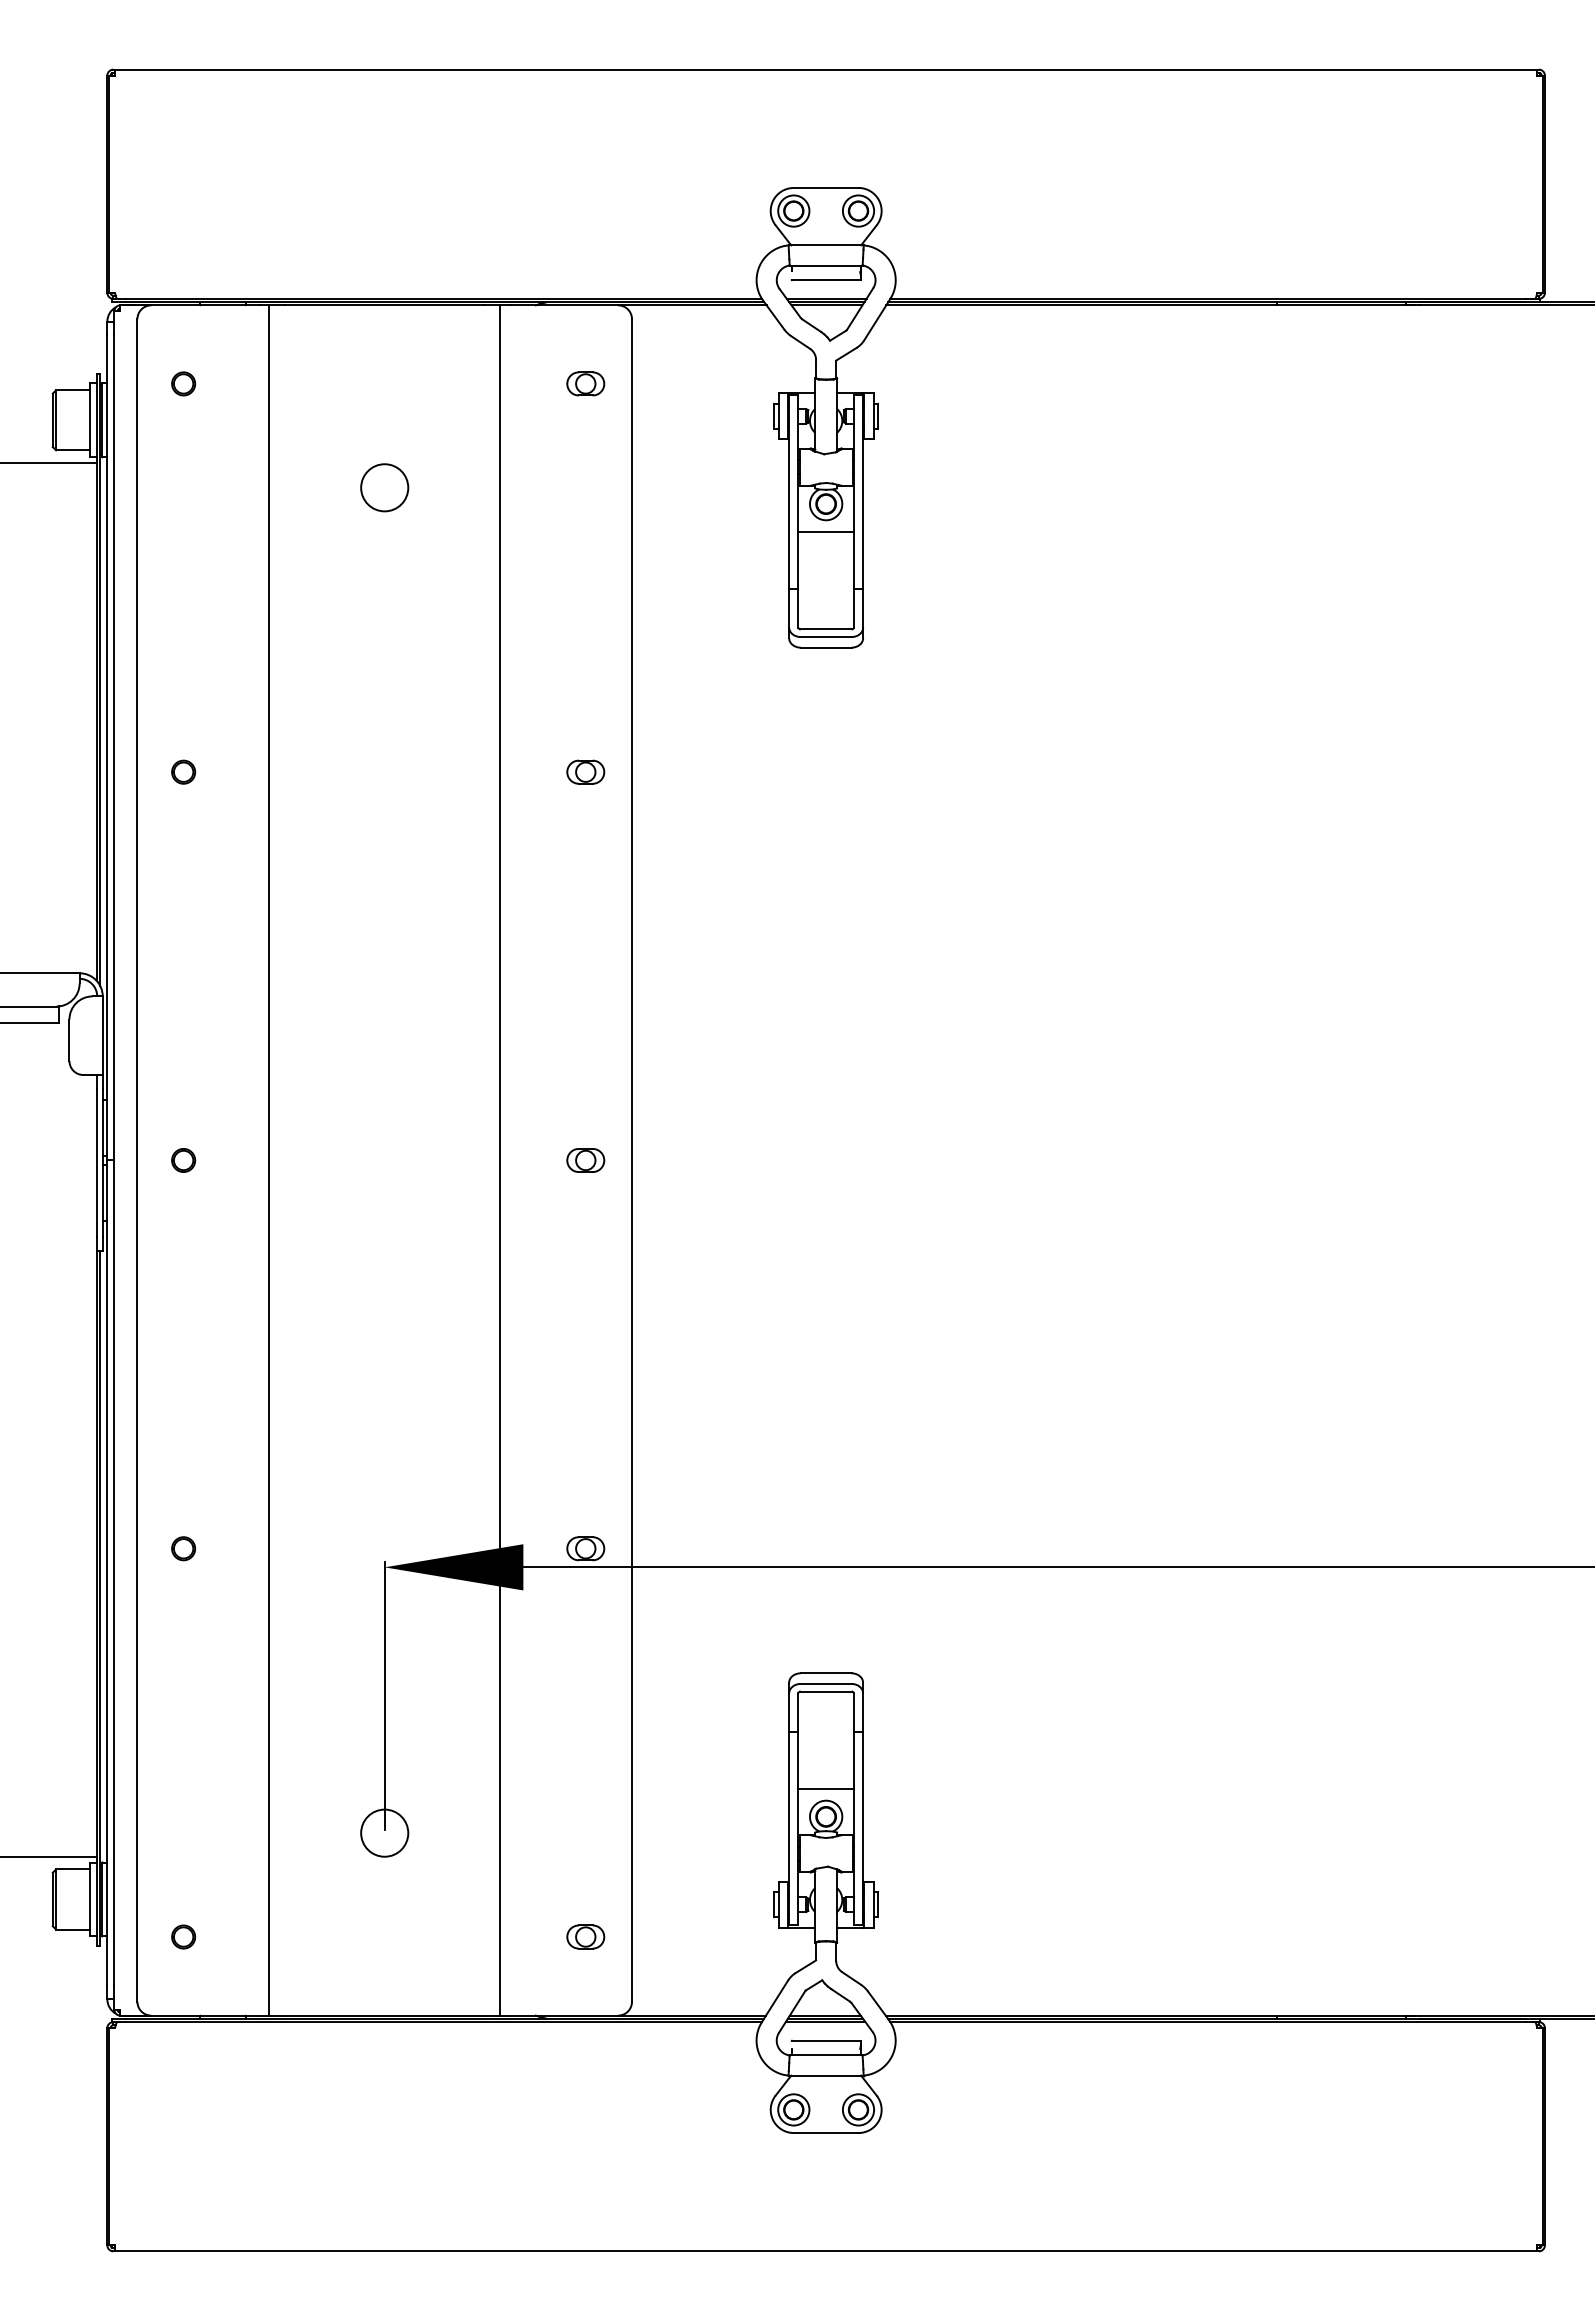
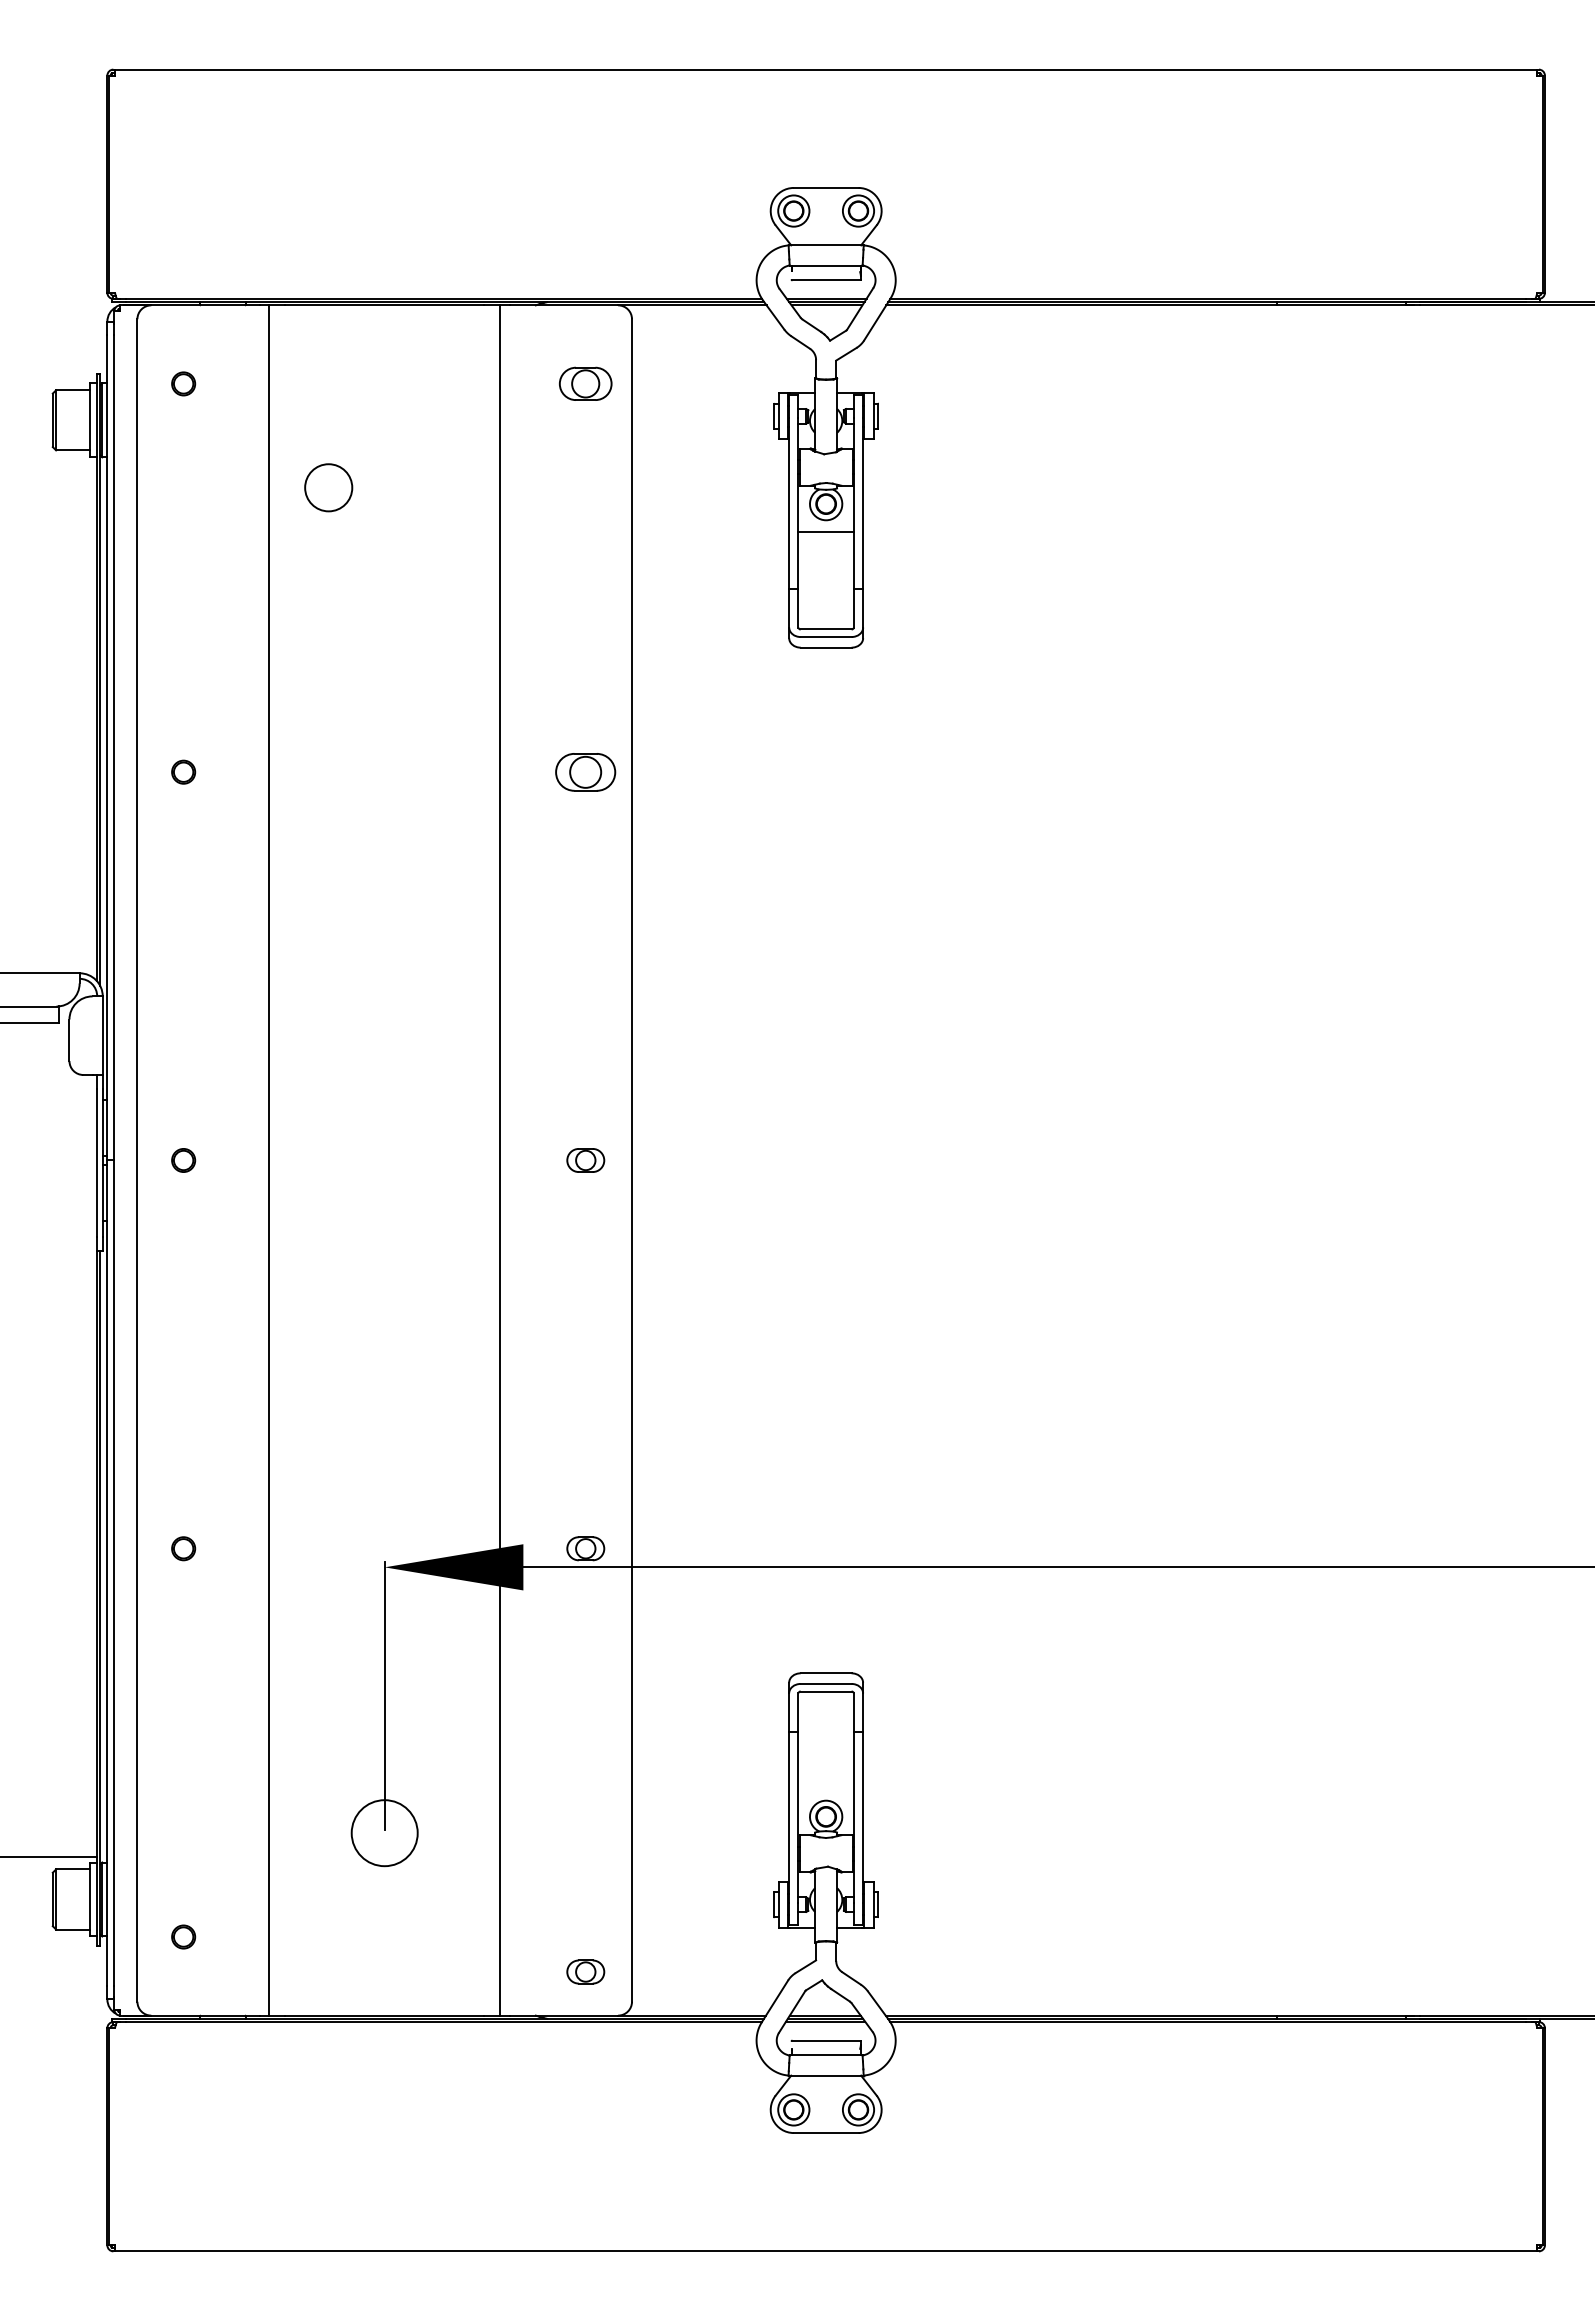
part at (585, 383) size: 40x26 px -> 54x35 px
line at (49, 463): present -> none
circle at (384, 487) position: (384, 487) -> (328, 487)
part at (585, 771) size: 40x26 px -> 62x39 px
line at (825, 1789): present -> none
circle at (384, 1832) diameter: 47 px -> 66 px
part at (585, 1936) position: (585, 1936) -> (585, 1971)
